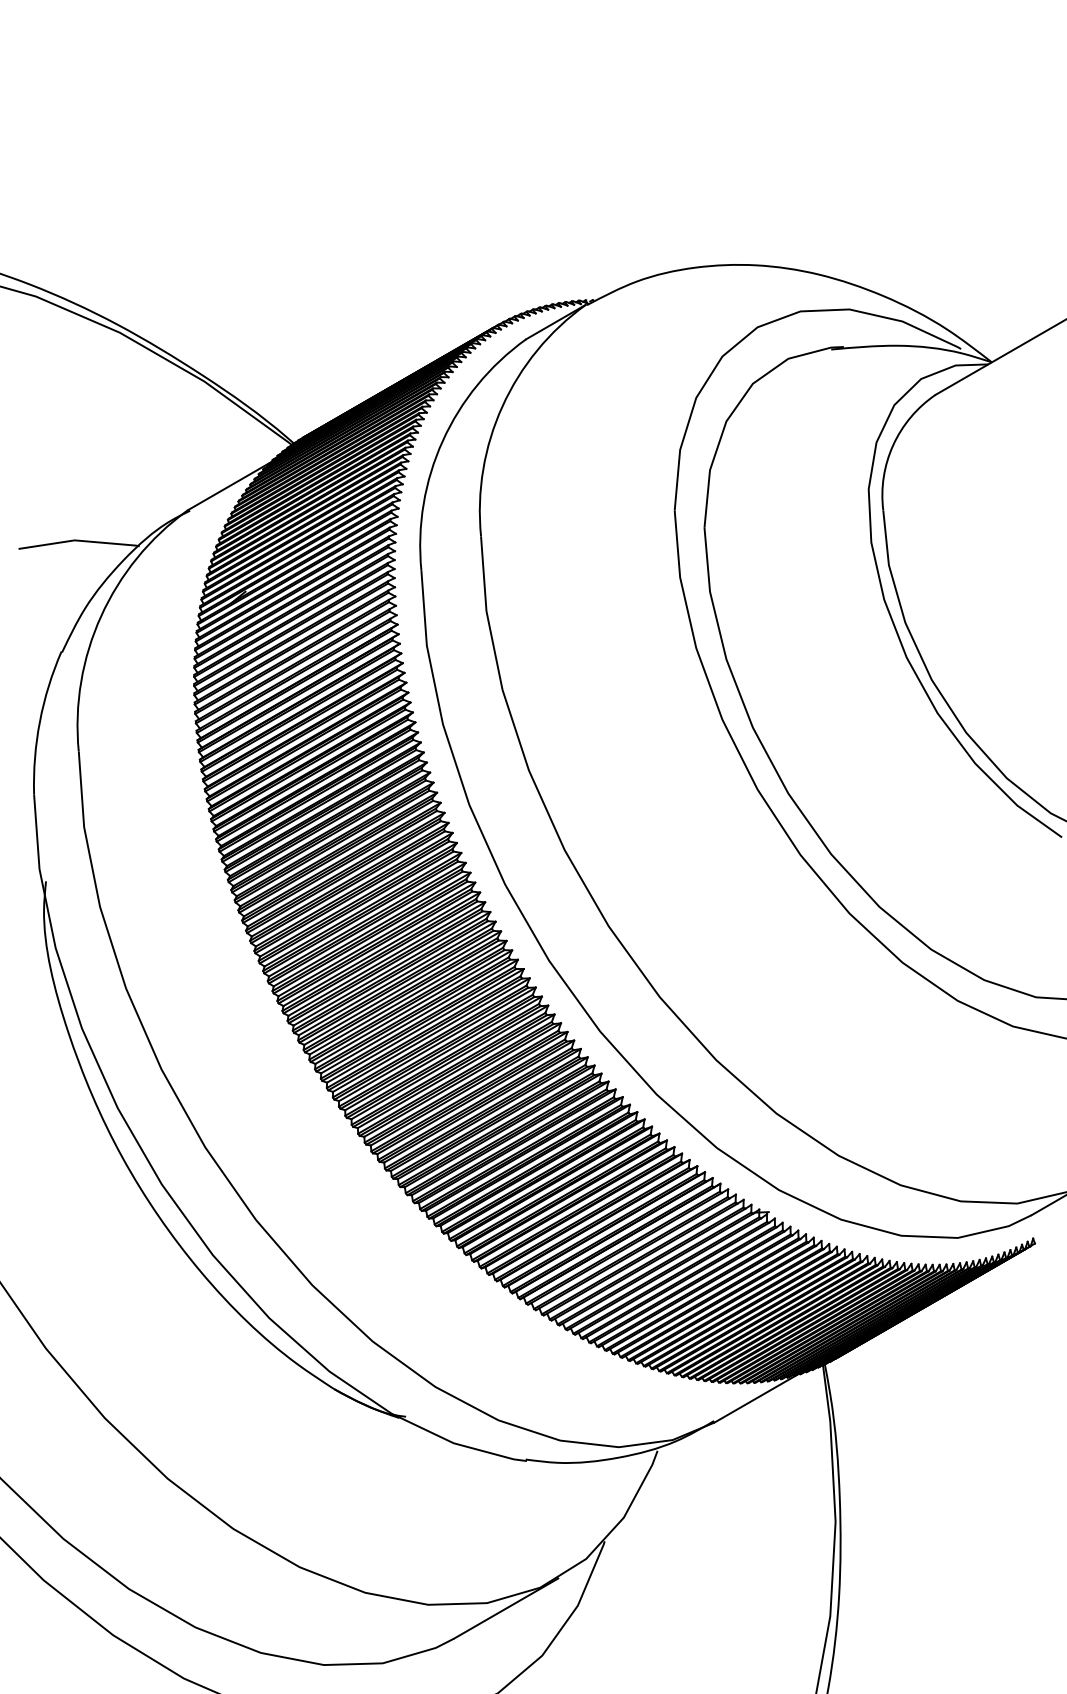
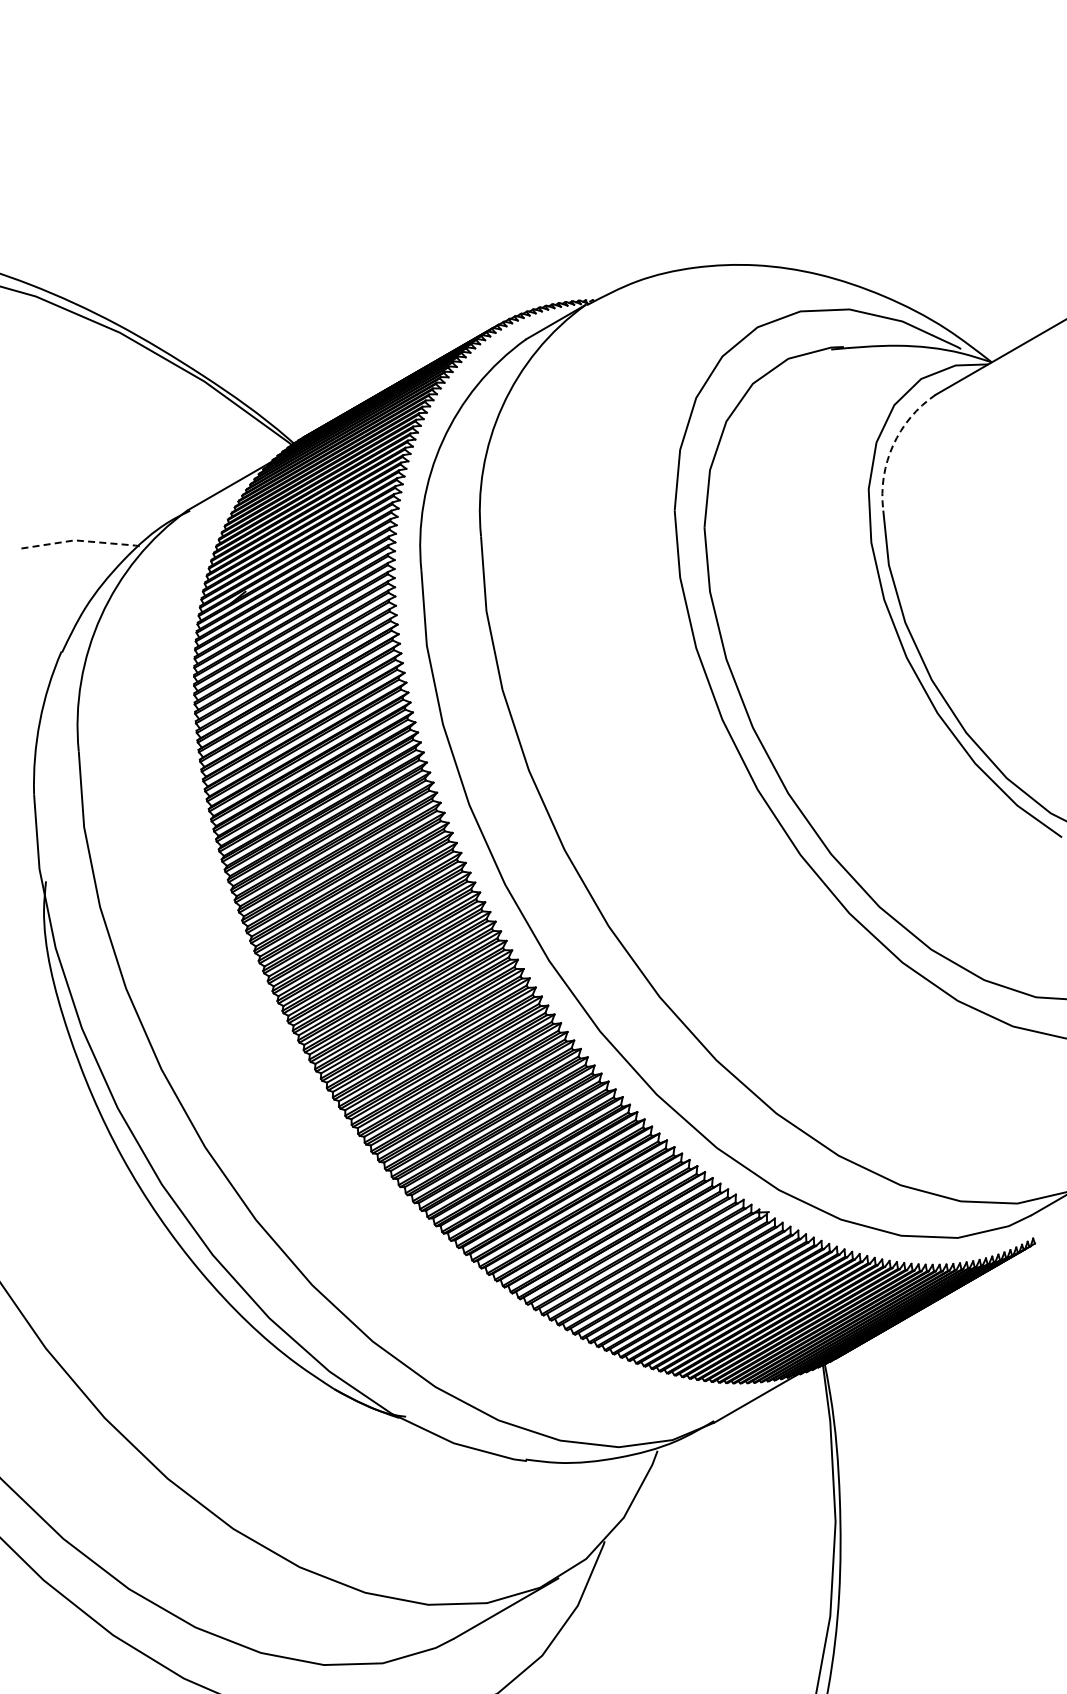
arc at (893, 445): solid -> dashed
line at (78, 540): solid -> dashed
